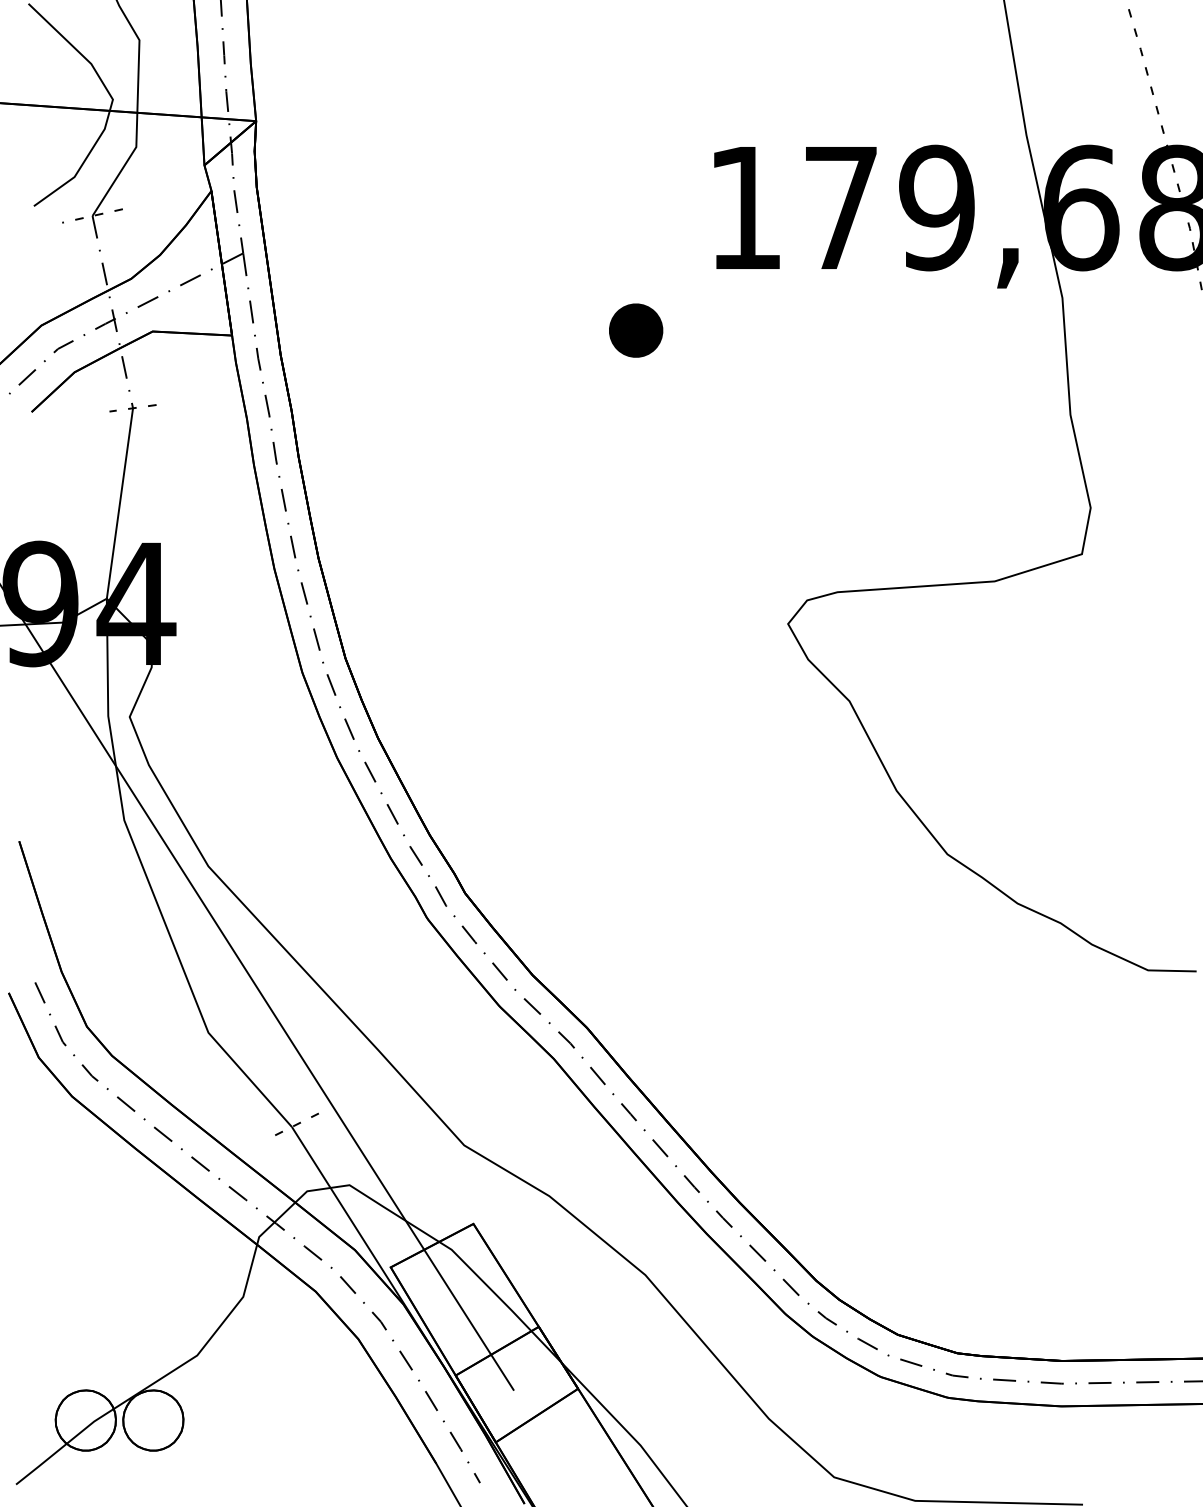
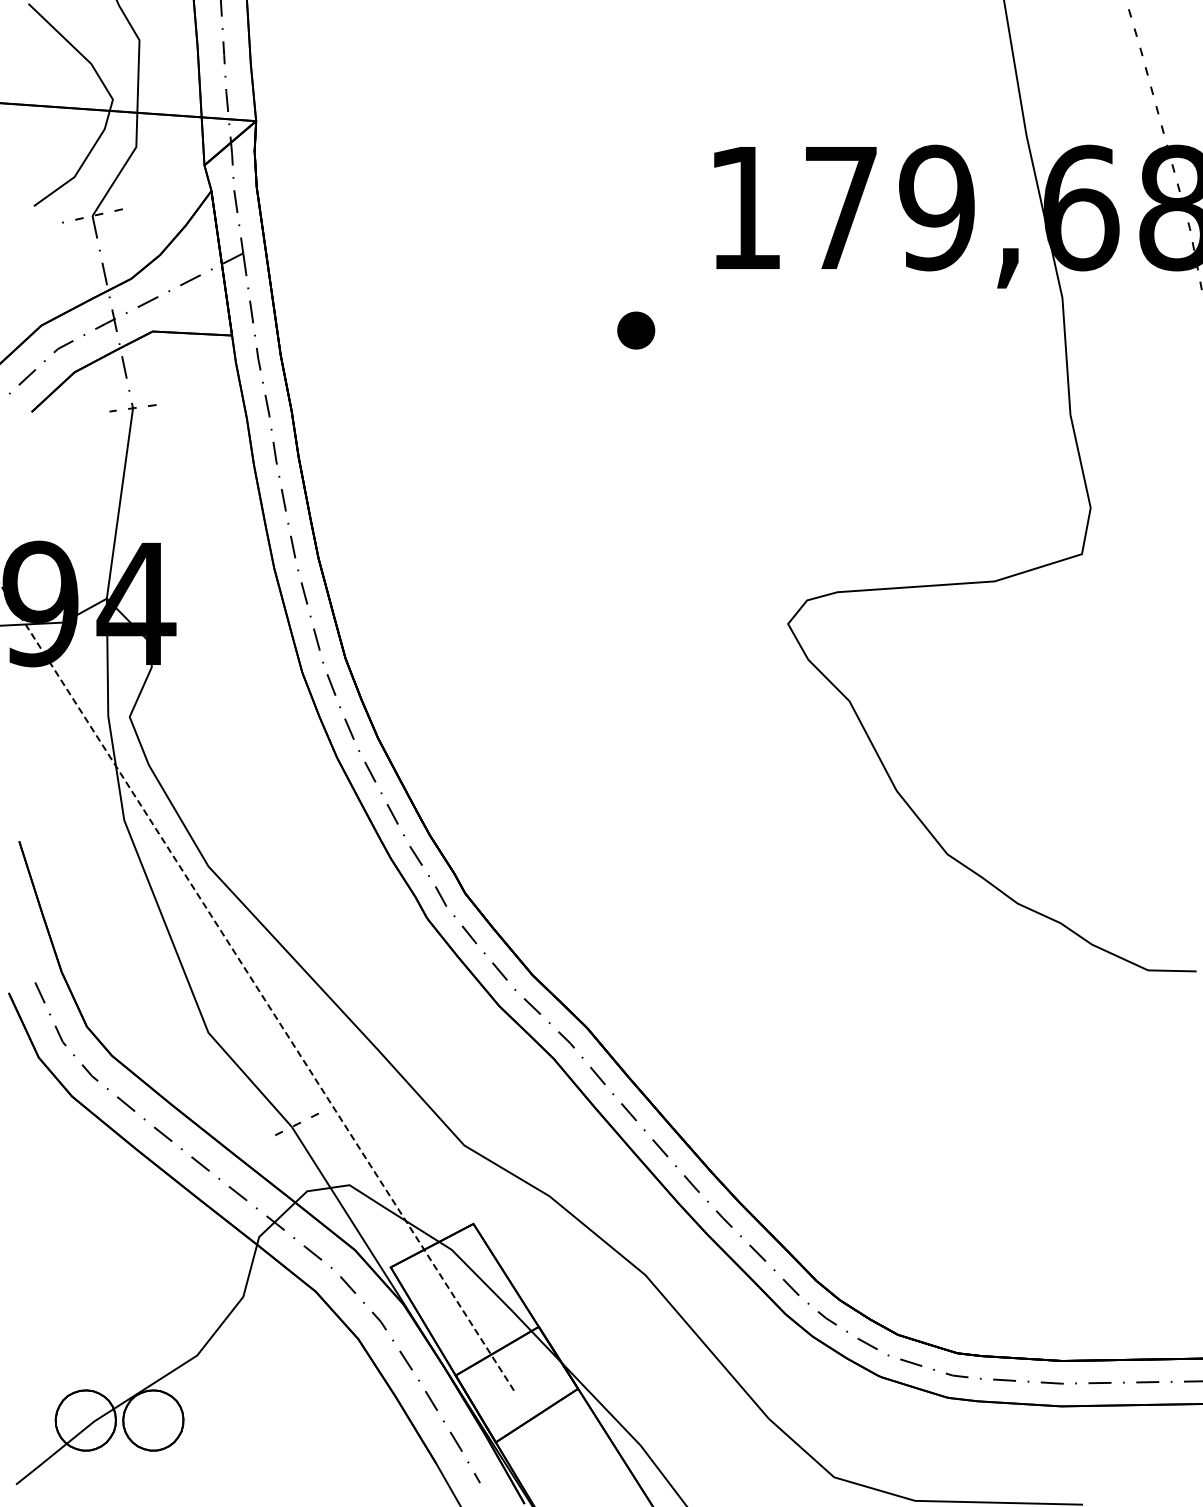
part at (636, 330) size: 55x55 px -> 39x39 px
line at (257, 987): solid -> dashed
